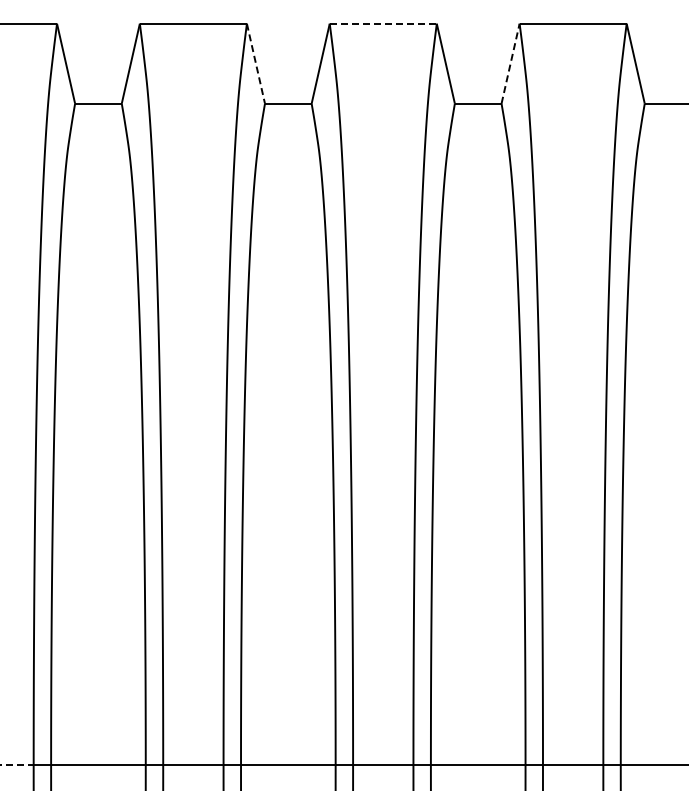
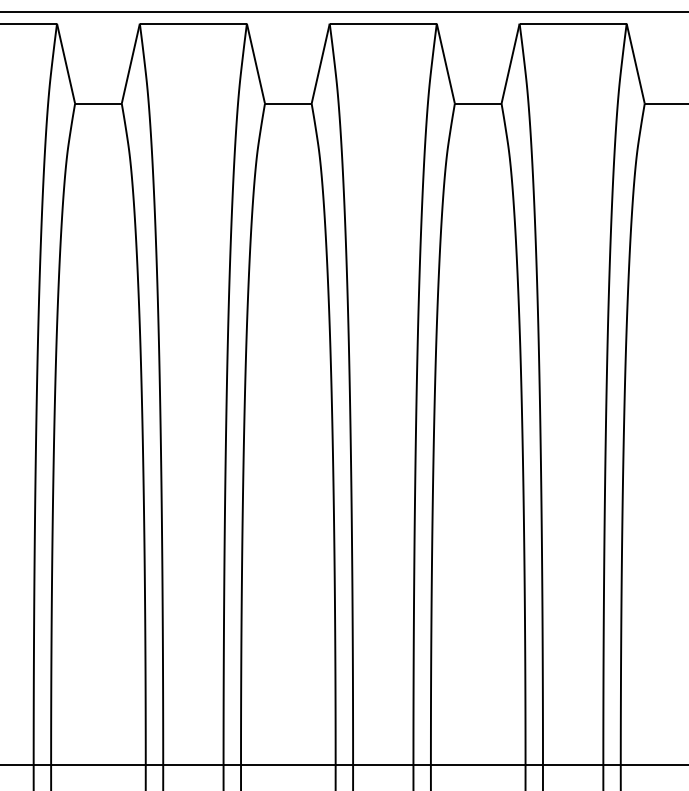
line at (343, 11): none -> present
line at (383, 23): dashed -> solid
line at (255, 63): dashed -> solid
line at (510, 63): dashed -> solid
line at (16, 765): dashed -> solid
